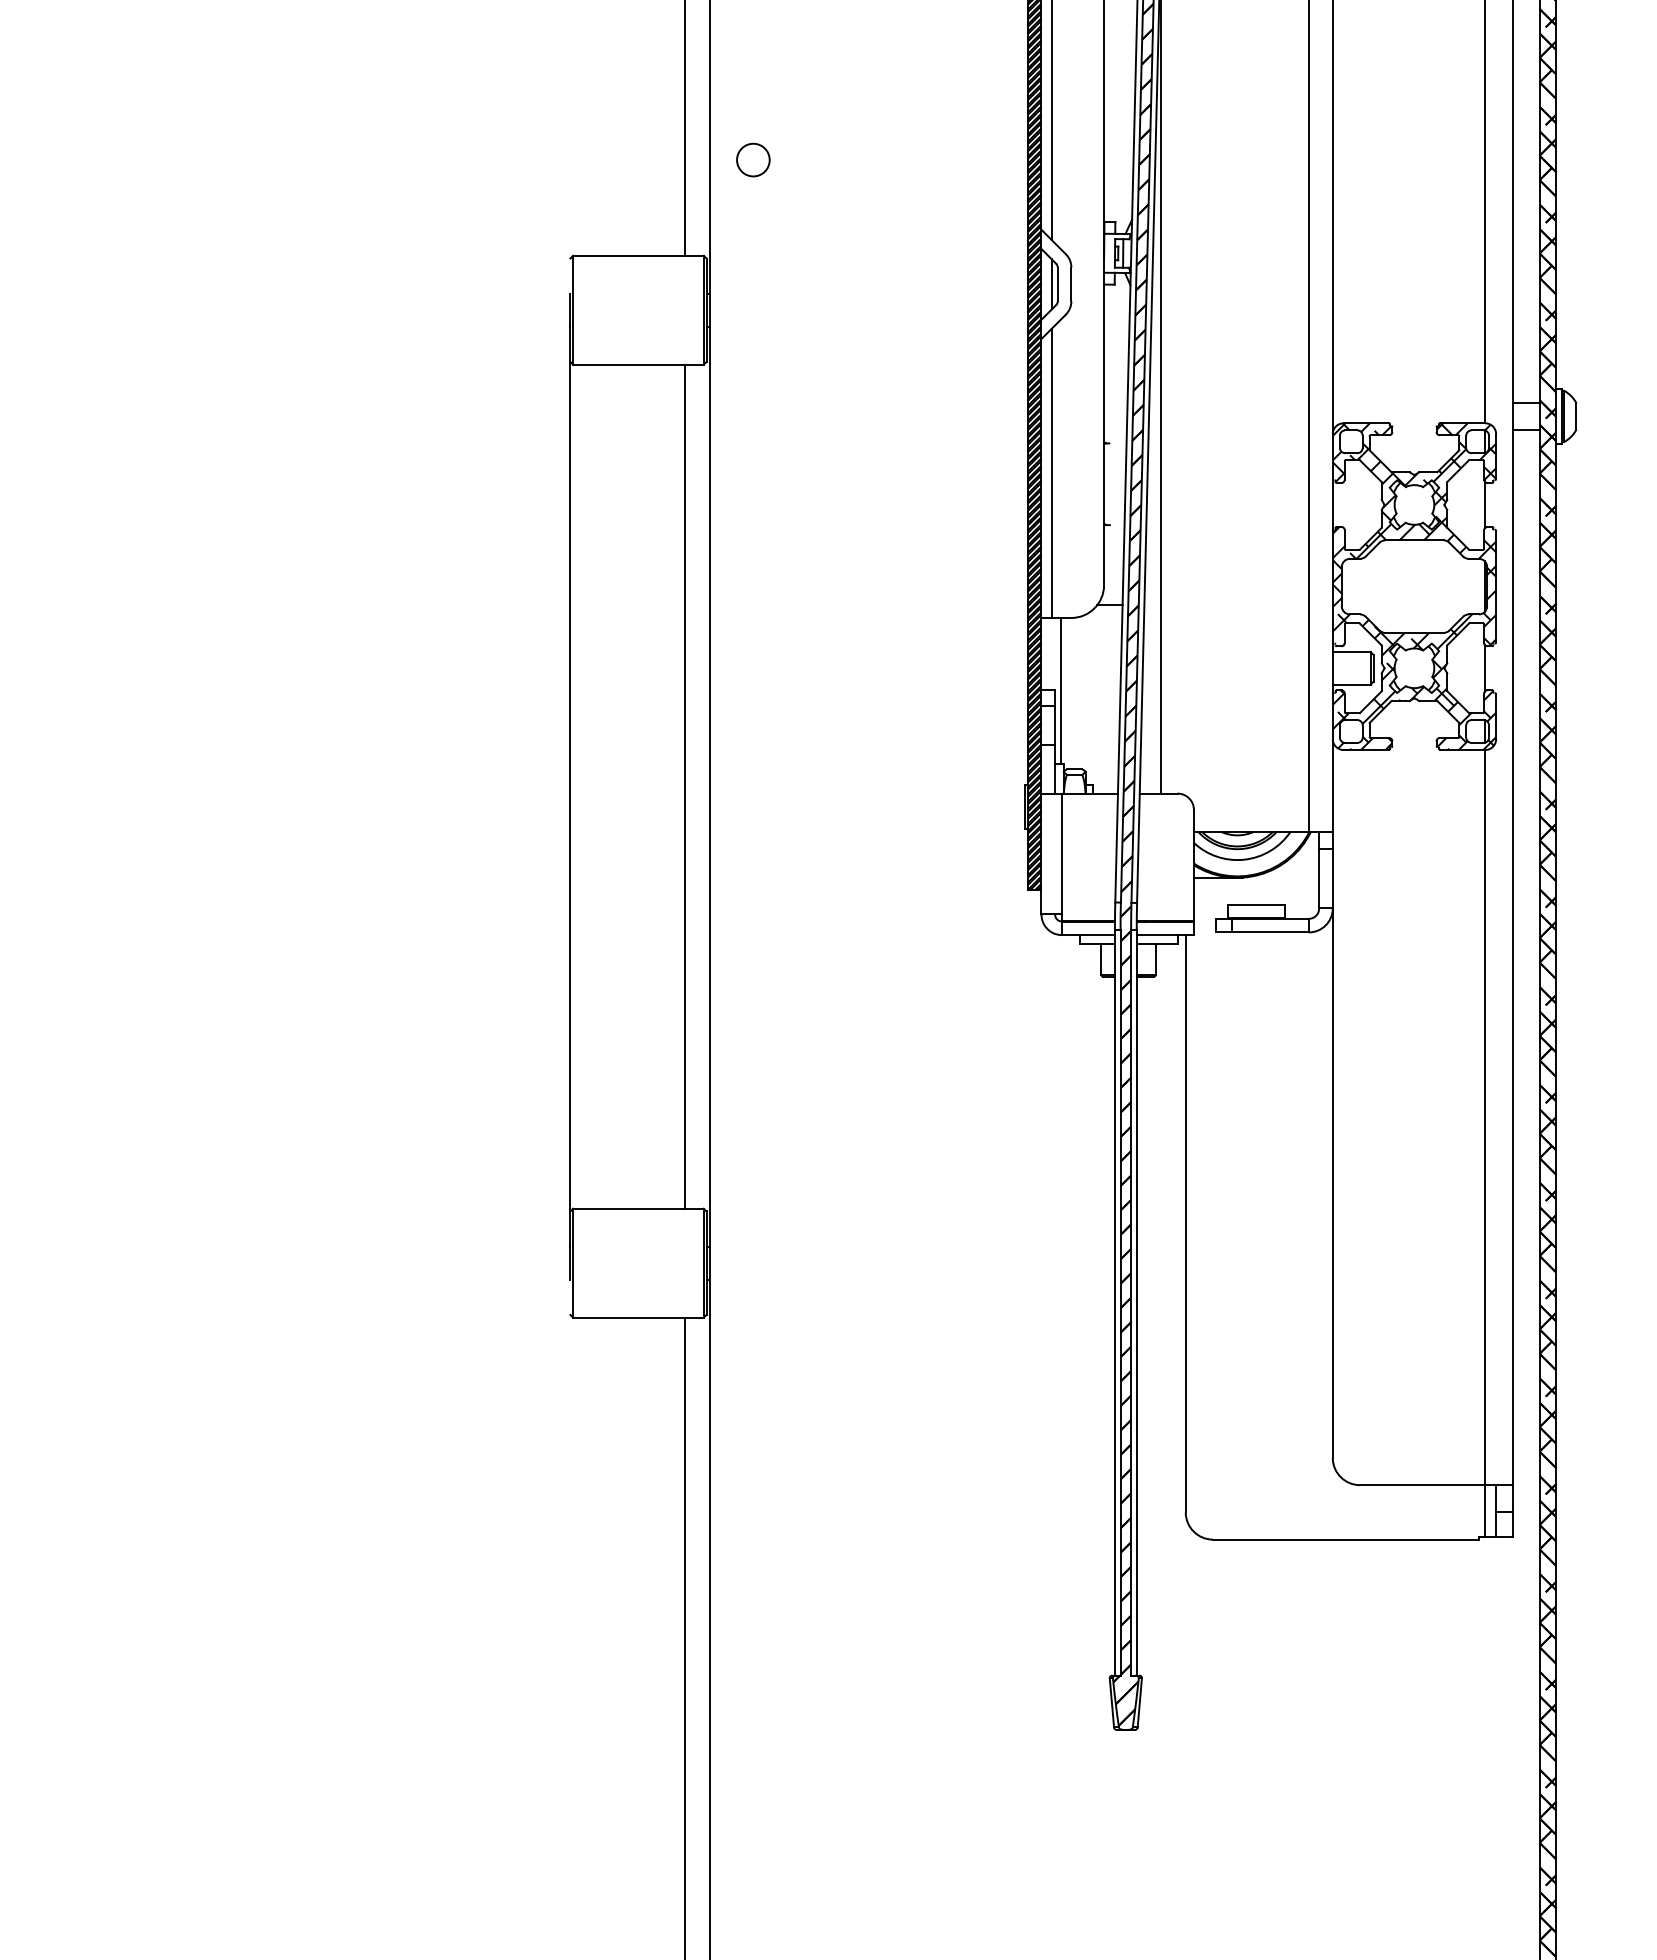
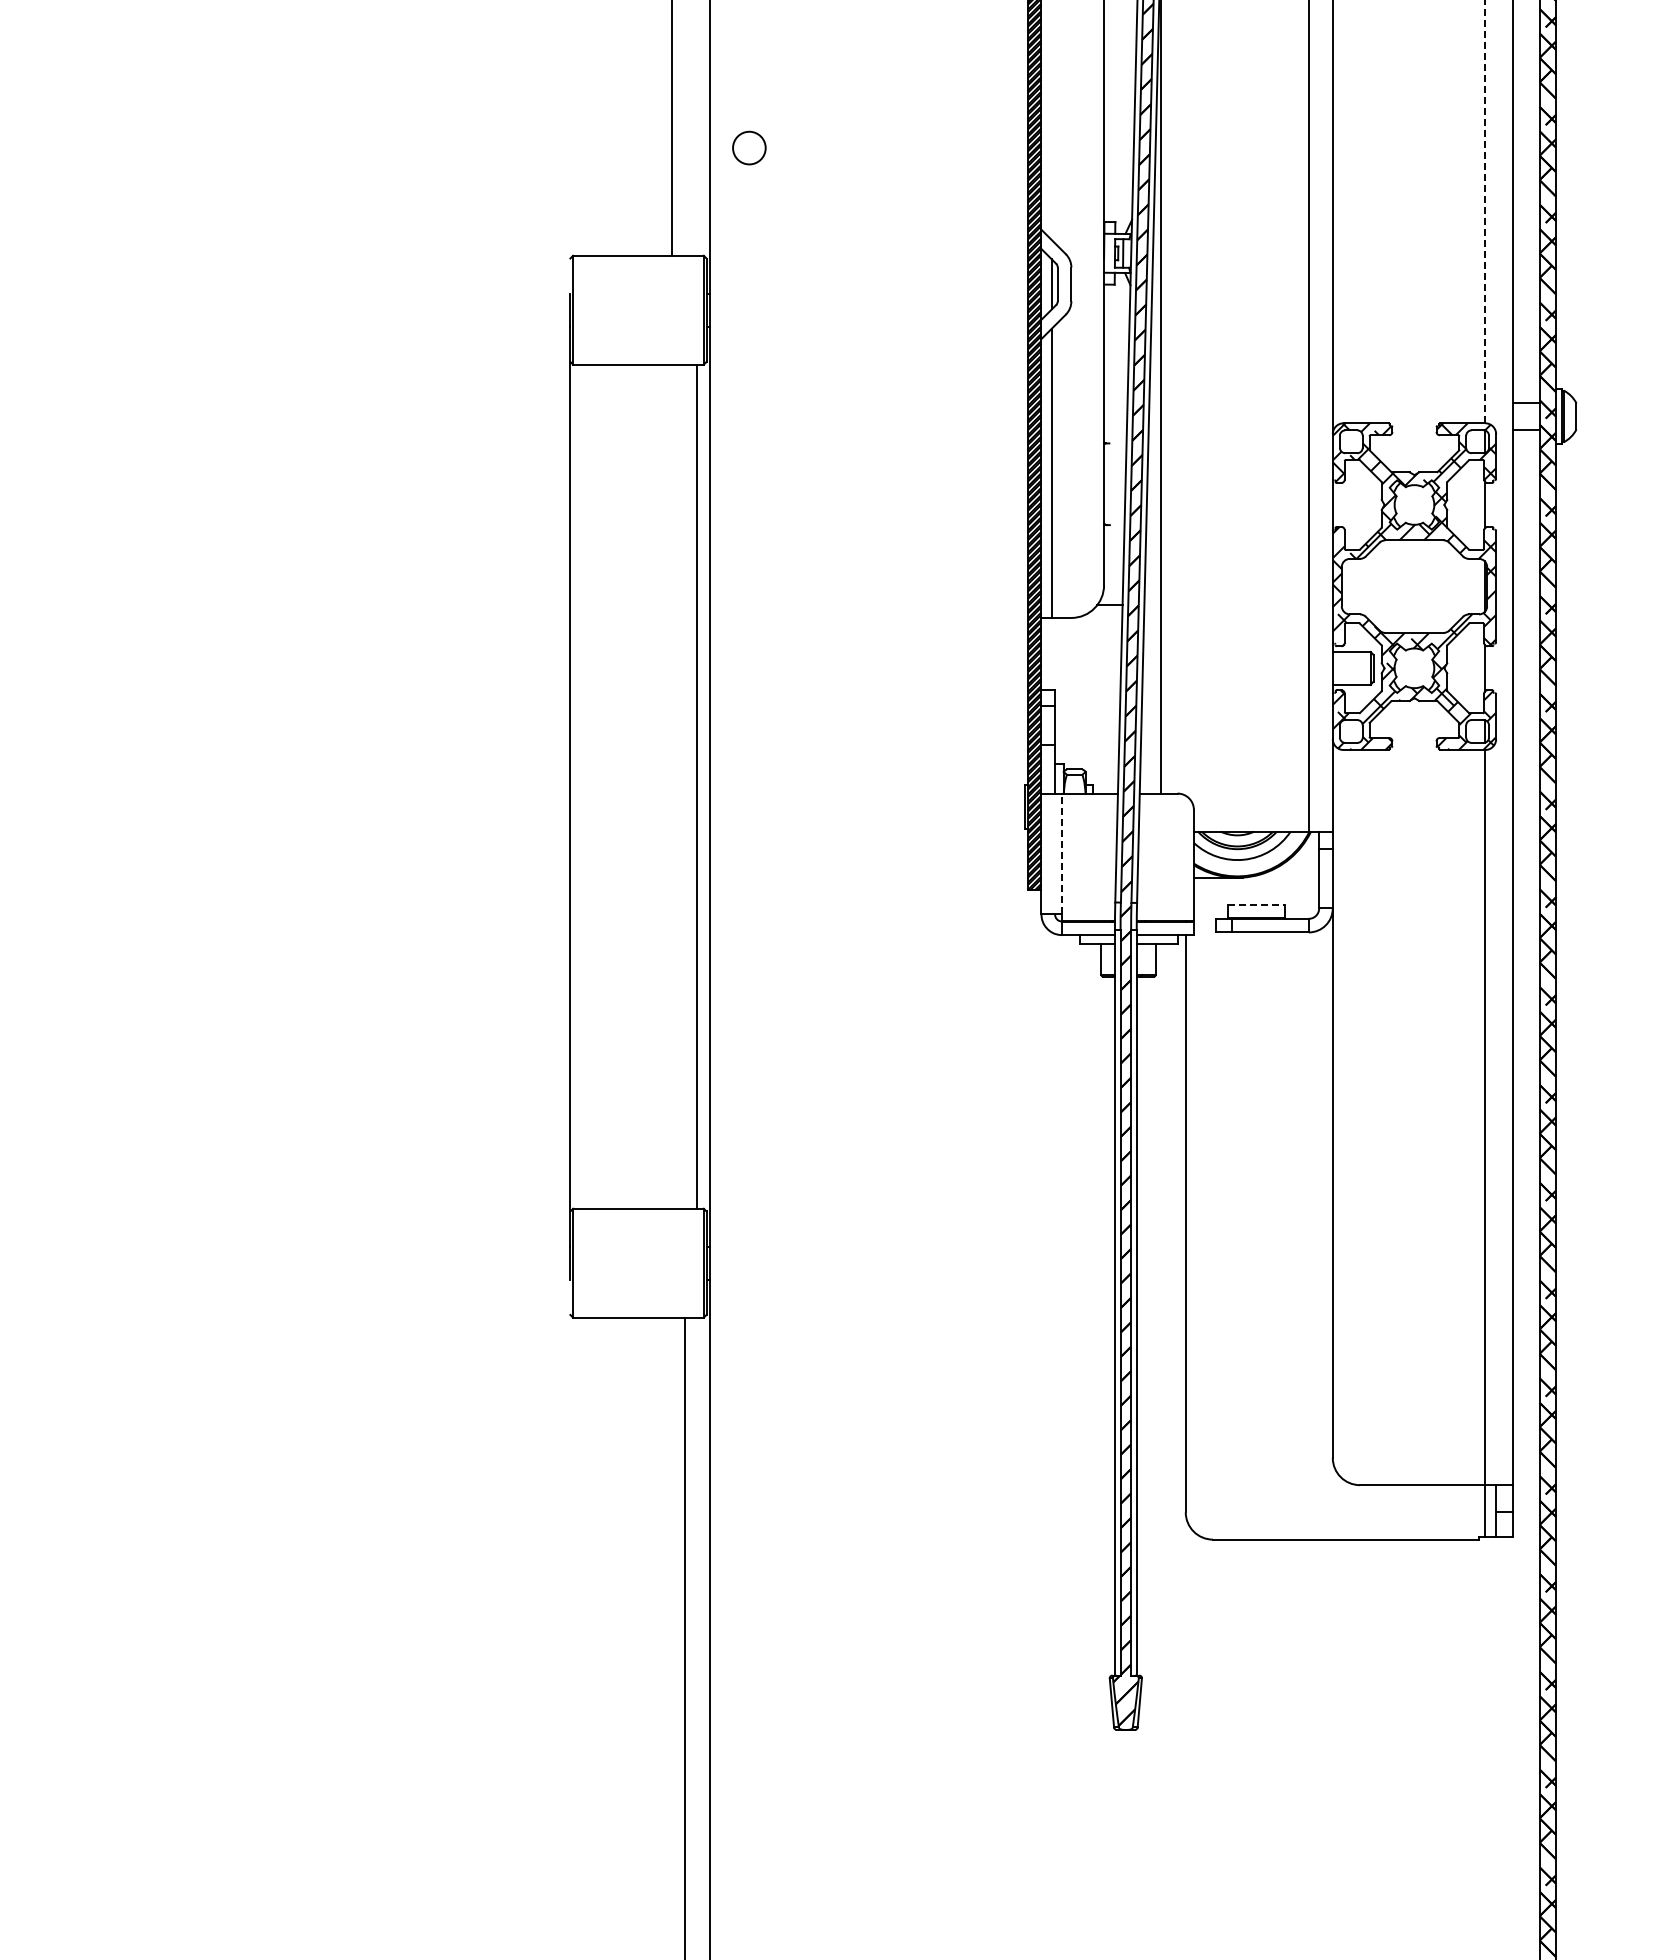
line at (1051, 121): present -> none
line at (684, 128) position: (684, 128) -> (671, 128)
circle at (753, 159) position: (753, 159) -> (749, 147)
line at (1484, 211): solid -> dashed
line at (1060, 690): present -> none
line at (684, 786) position: (684, 786) -> (696, 786)
line at (1062, 853): solid -> dashed
line at (1256, 905): solid -> dashed
